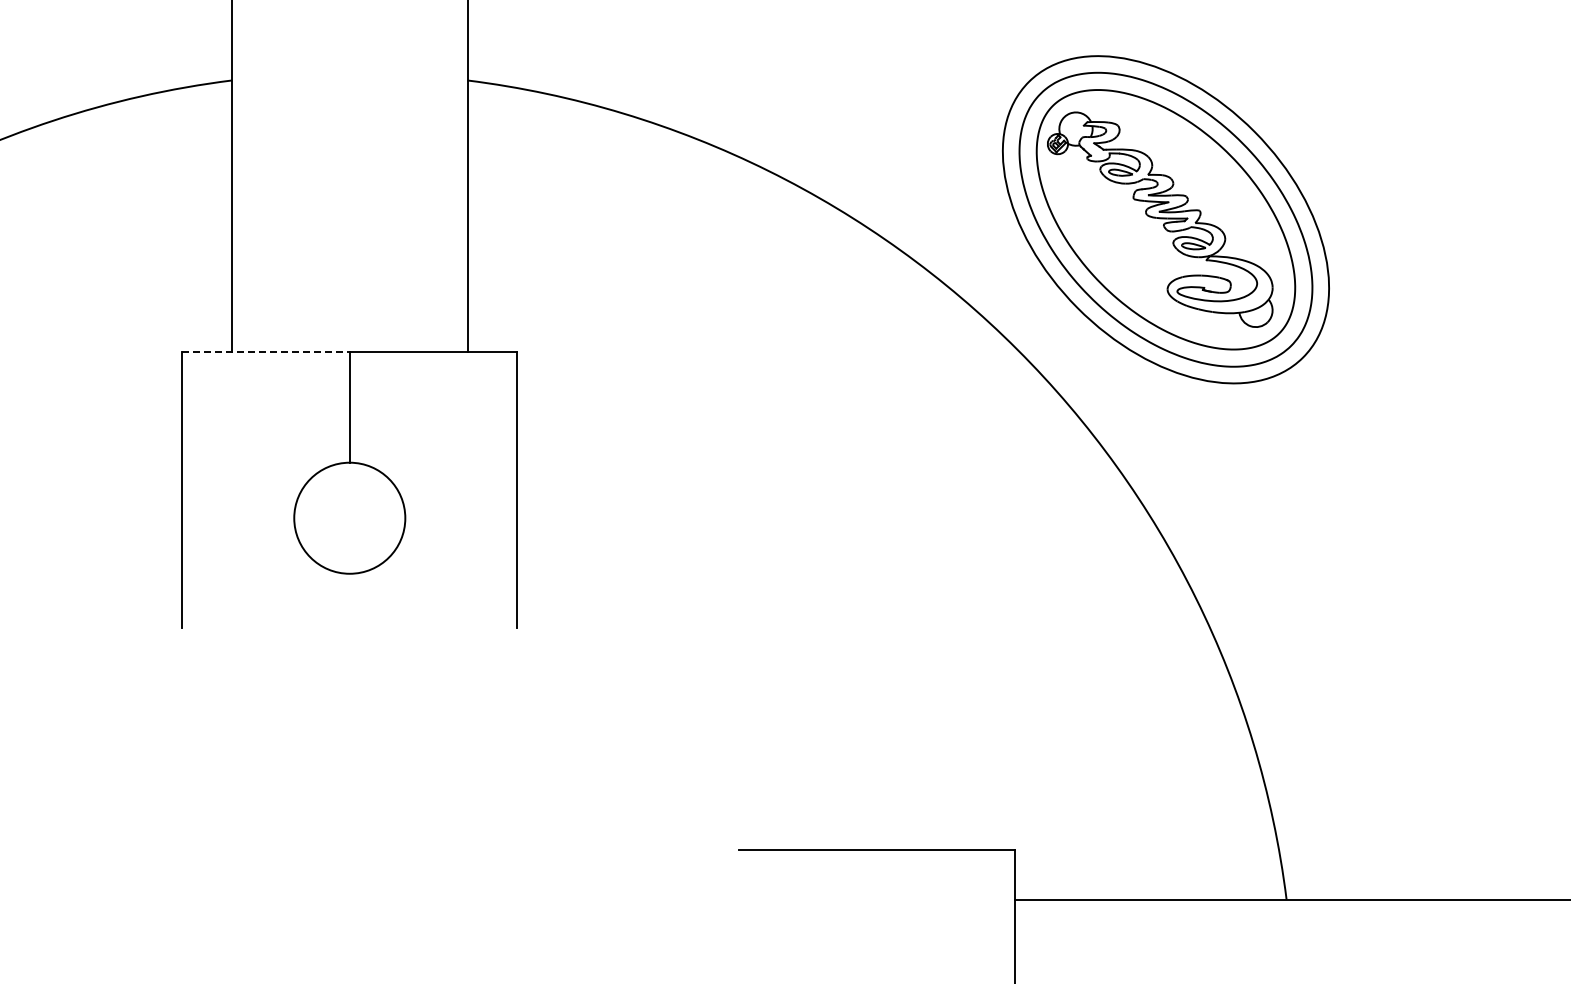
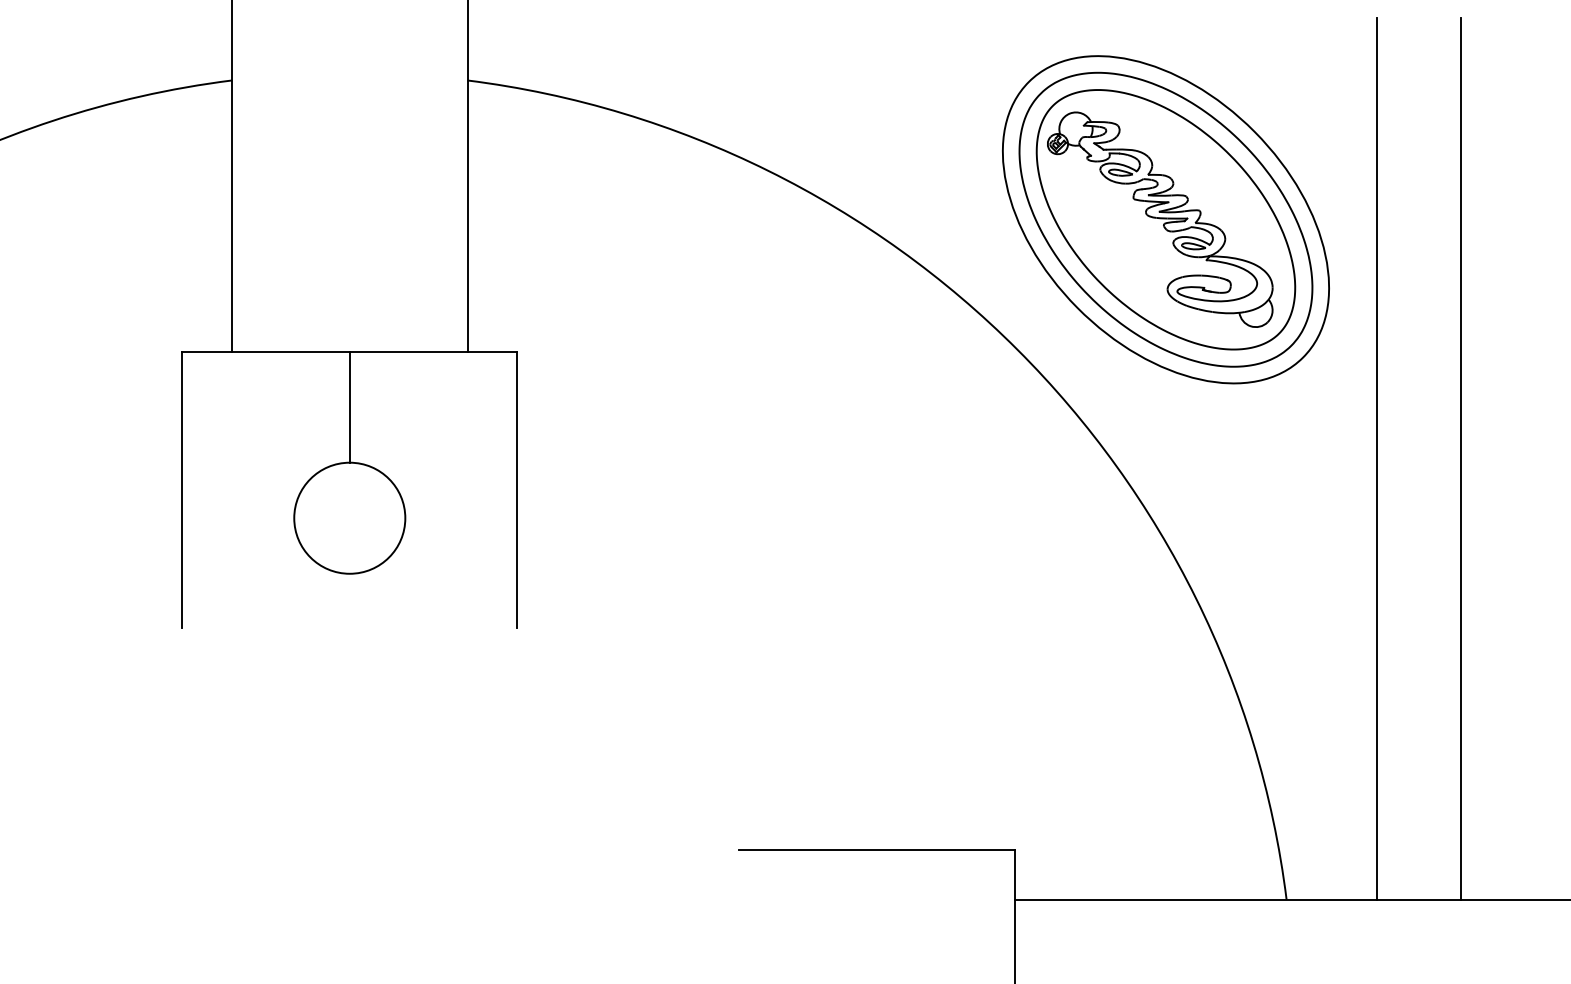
line at (266, 351): dashed -> solid
line at (1377, 458): none -> present
line at (1460, 458): none -> present
